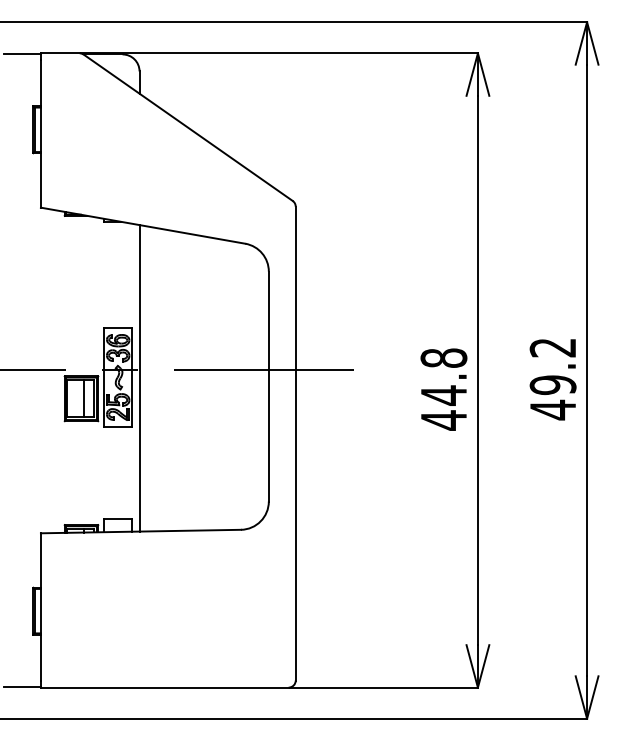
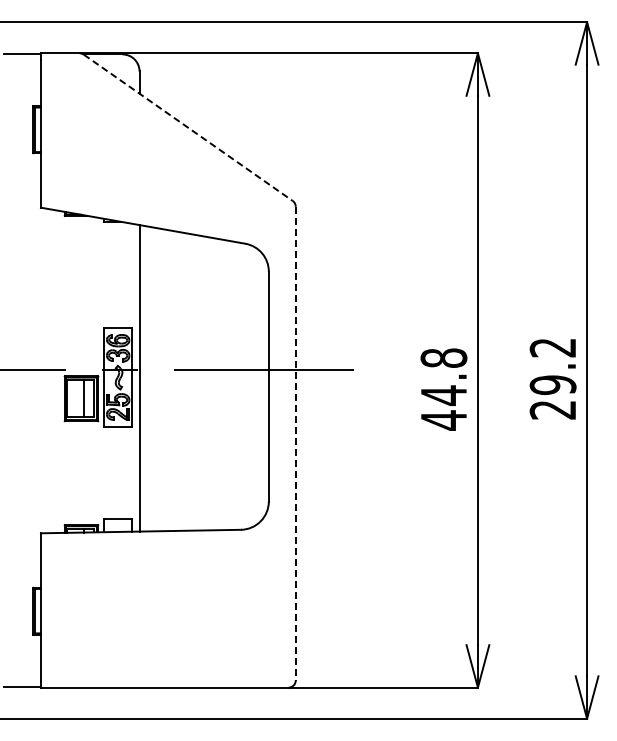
line at (188, 127): solid -> dashed
text at (552, 409): 49.2 -> 29.2
line at (295, 443): solid -> dashed
